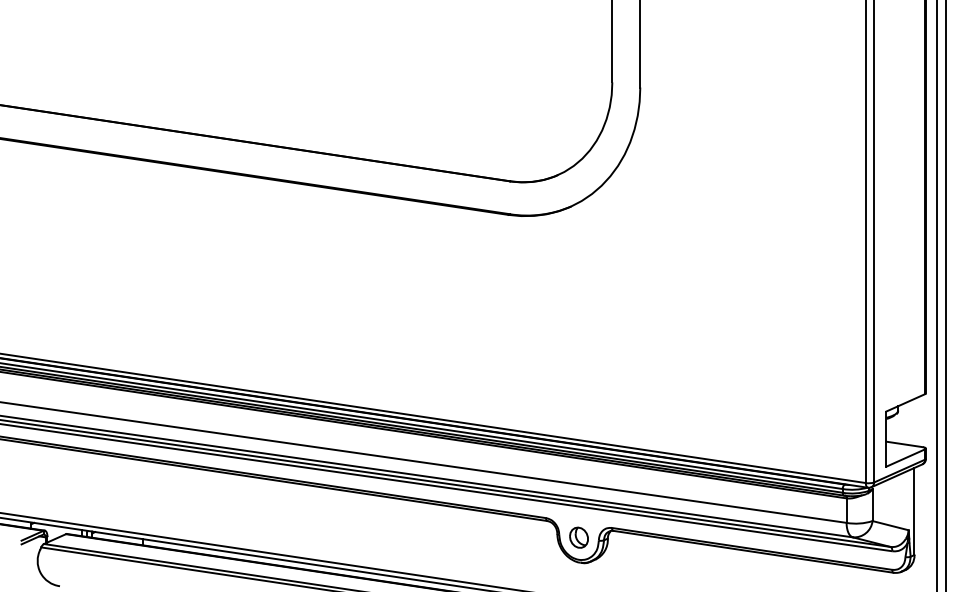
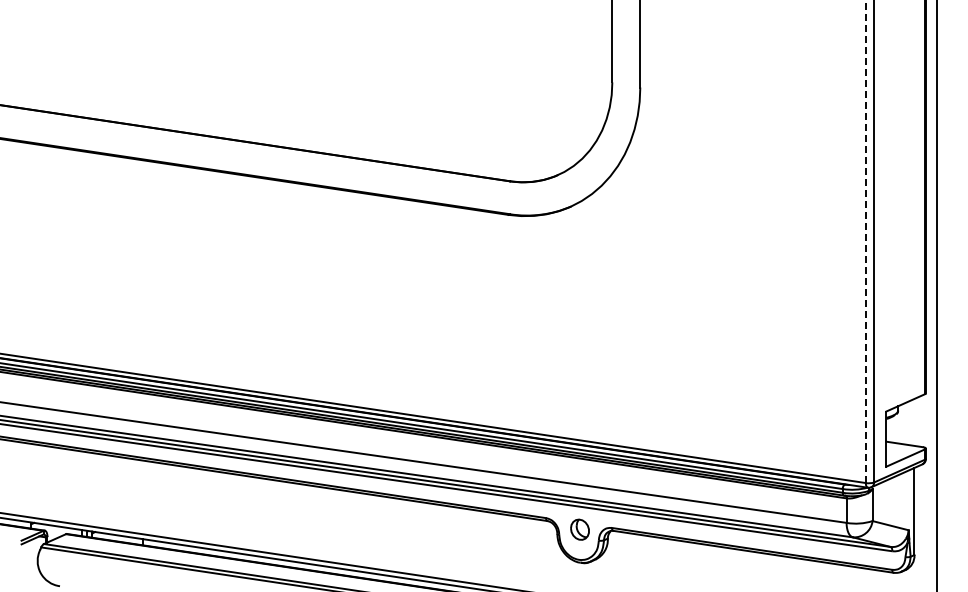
line at (865, 241): solid -> dashed
line at (945, 295): present -> none
part at (578, 537) position: (578, 537) -> (579, 529)
